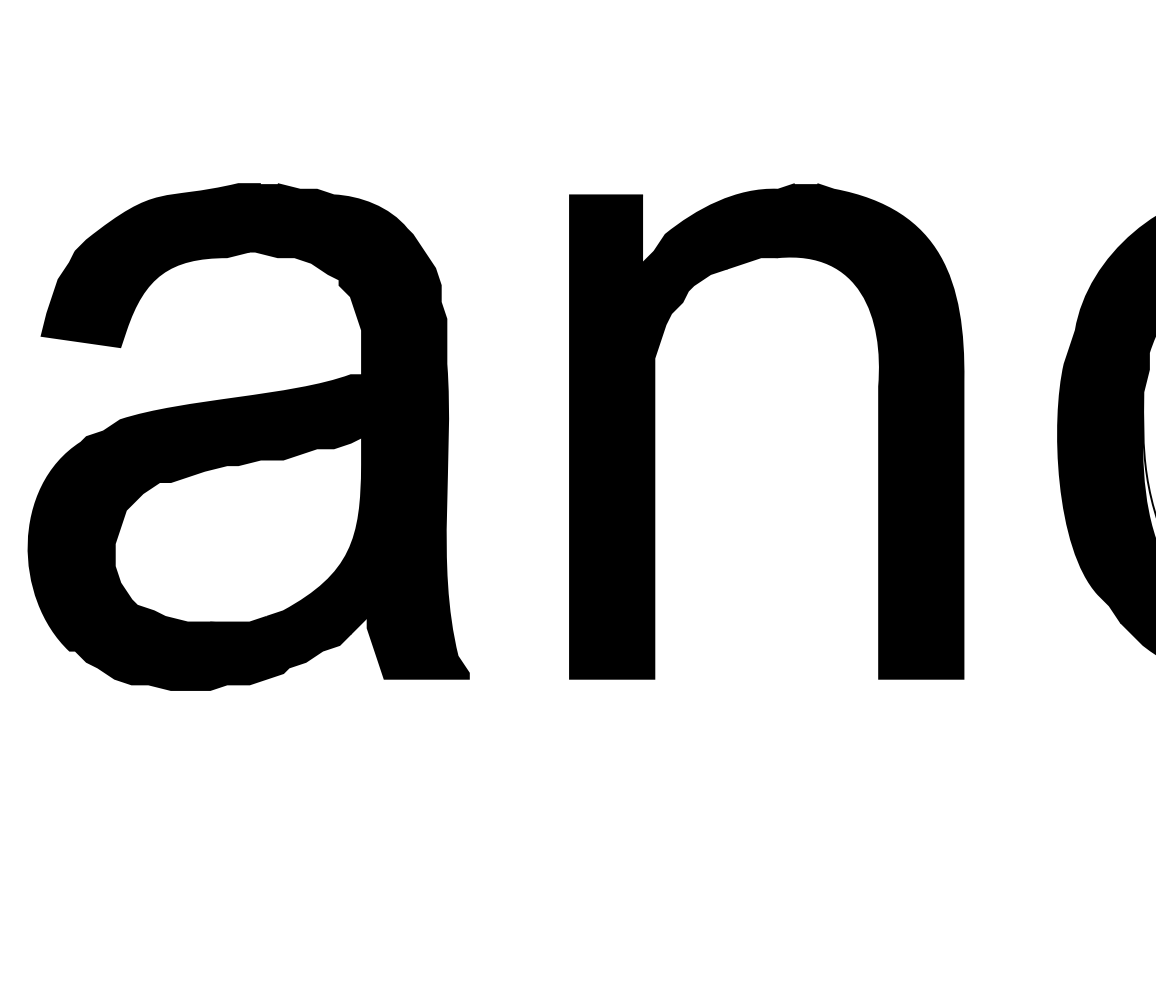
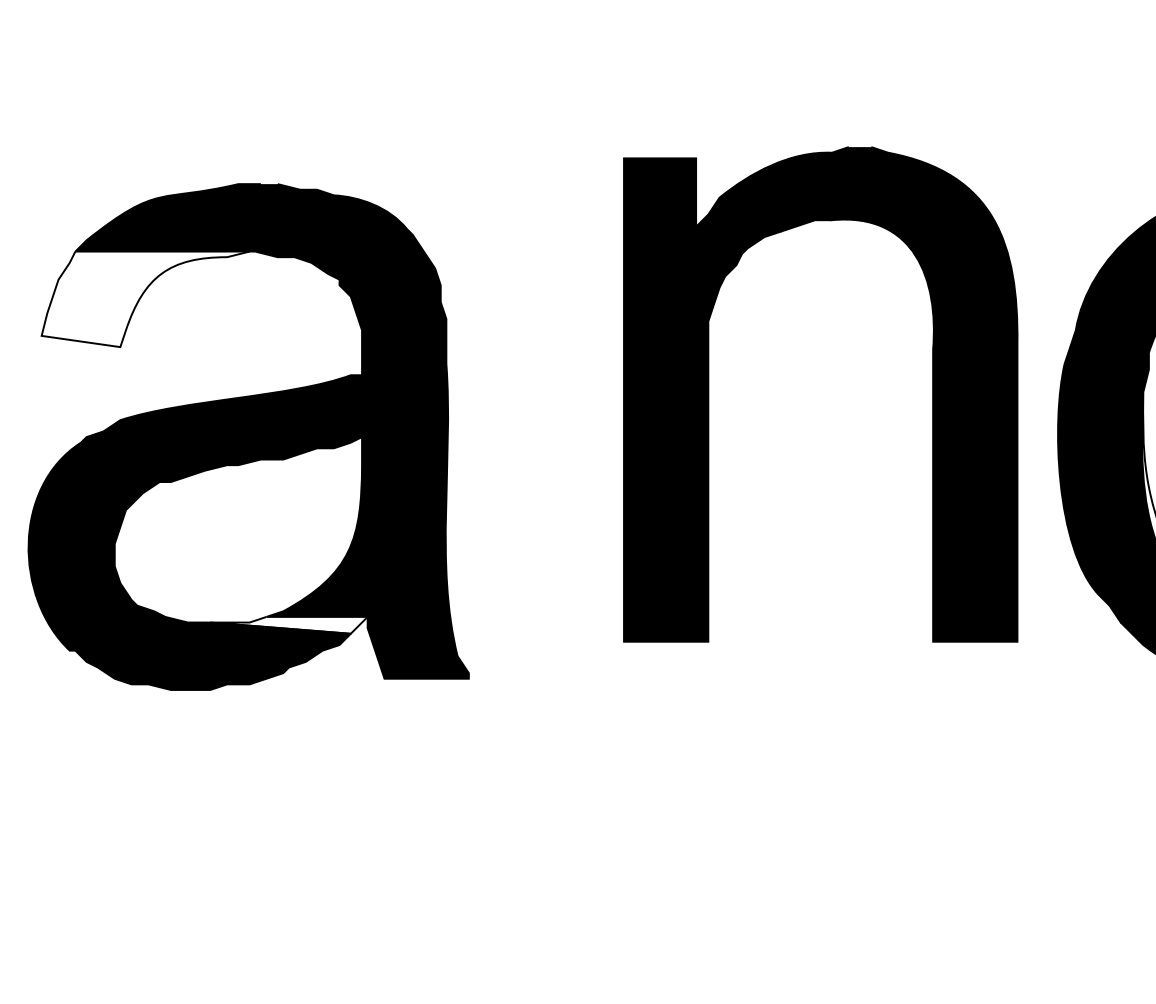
fill at (145, 299): present -> none
part at (655, 431) position: (655, 431) -> (709, 394)
fill at (288, 624): present -> none
